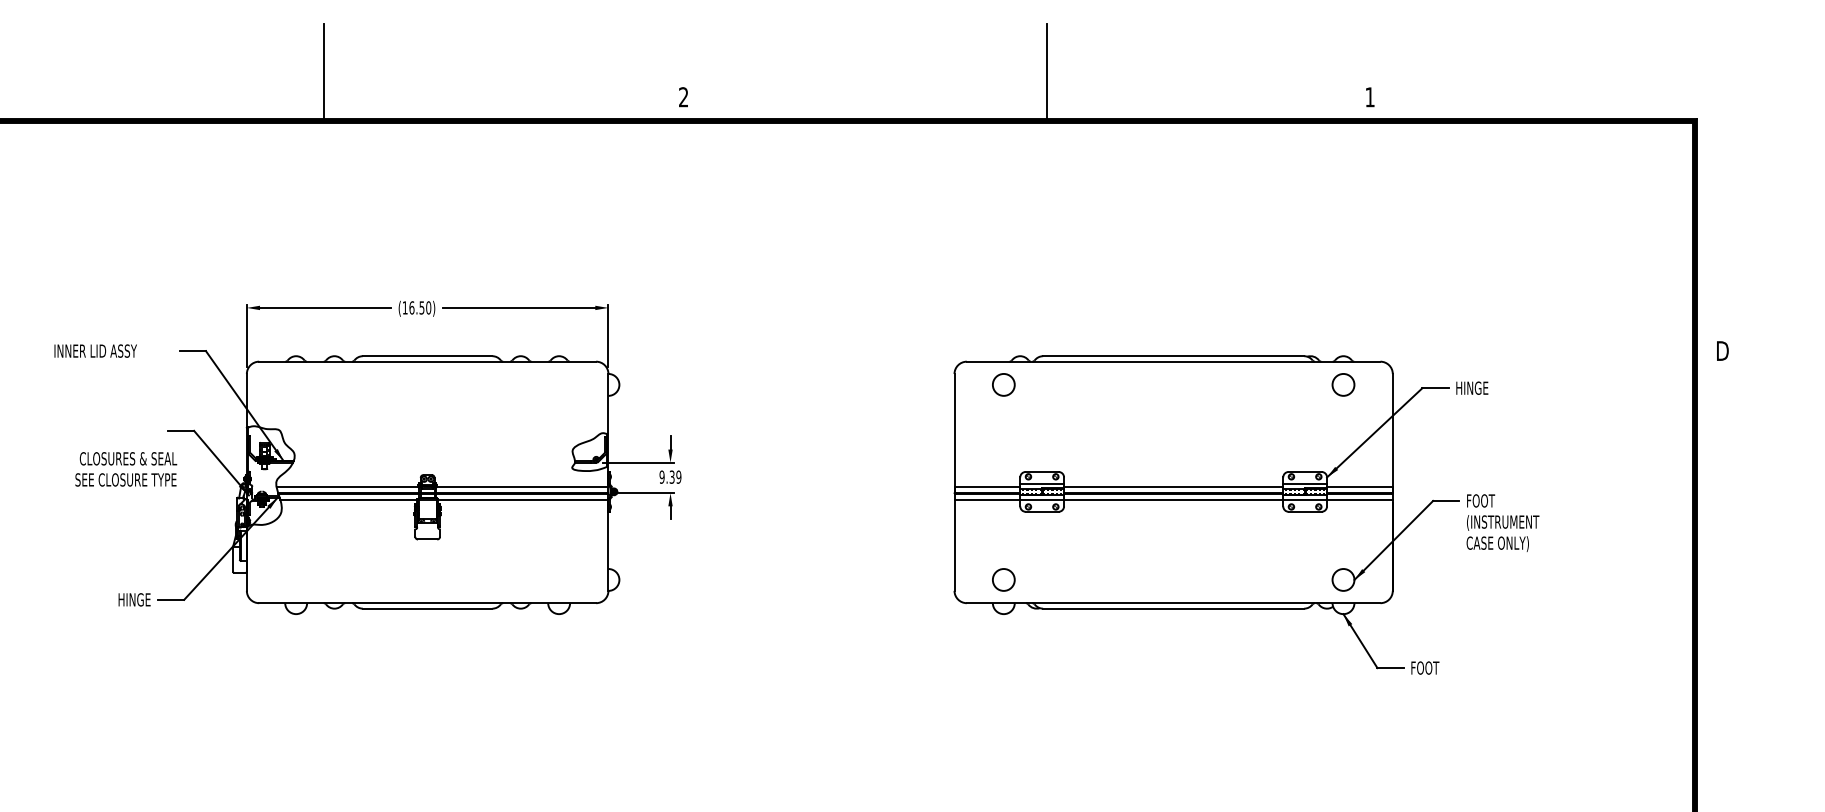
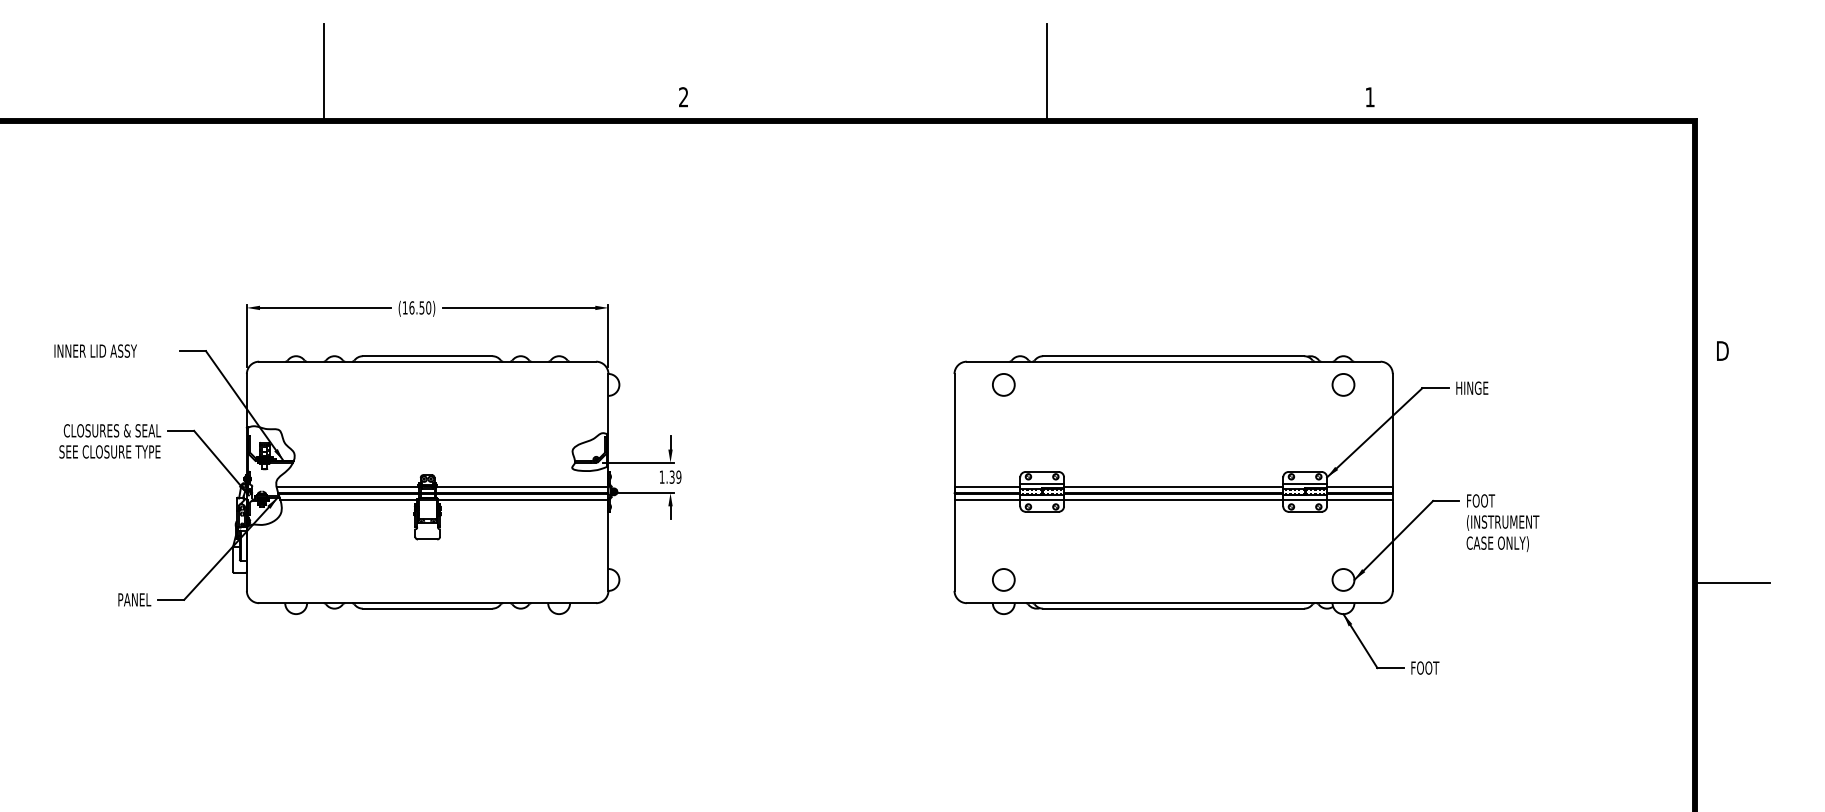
text at (126, 469) position: (126, 469) -> (110, 441)
text at (661, 476): 9.39 -> 1.39
line at (1733, 583): none -> present
text at (134, 599): HINGE -> PANEL
